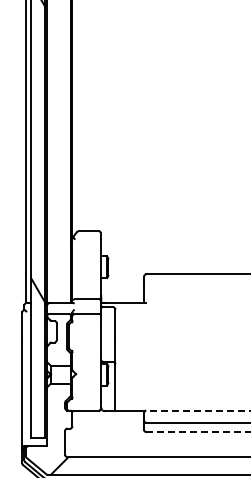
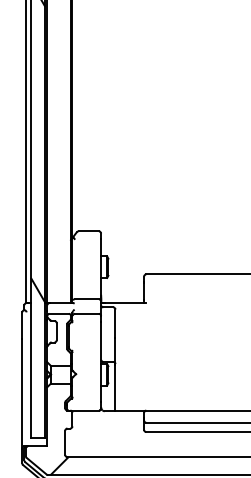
line at (198, 410): dashed -> solid
line at (198, 432): dashed -> solid
